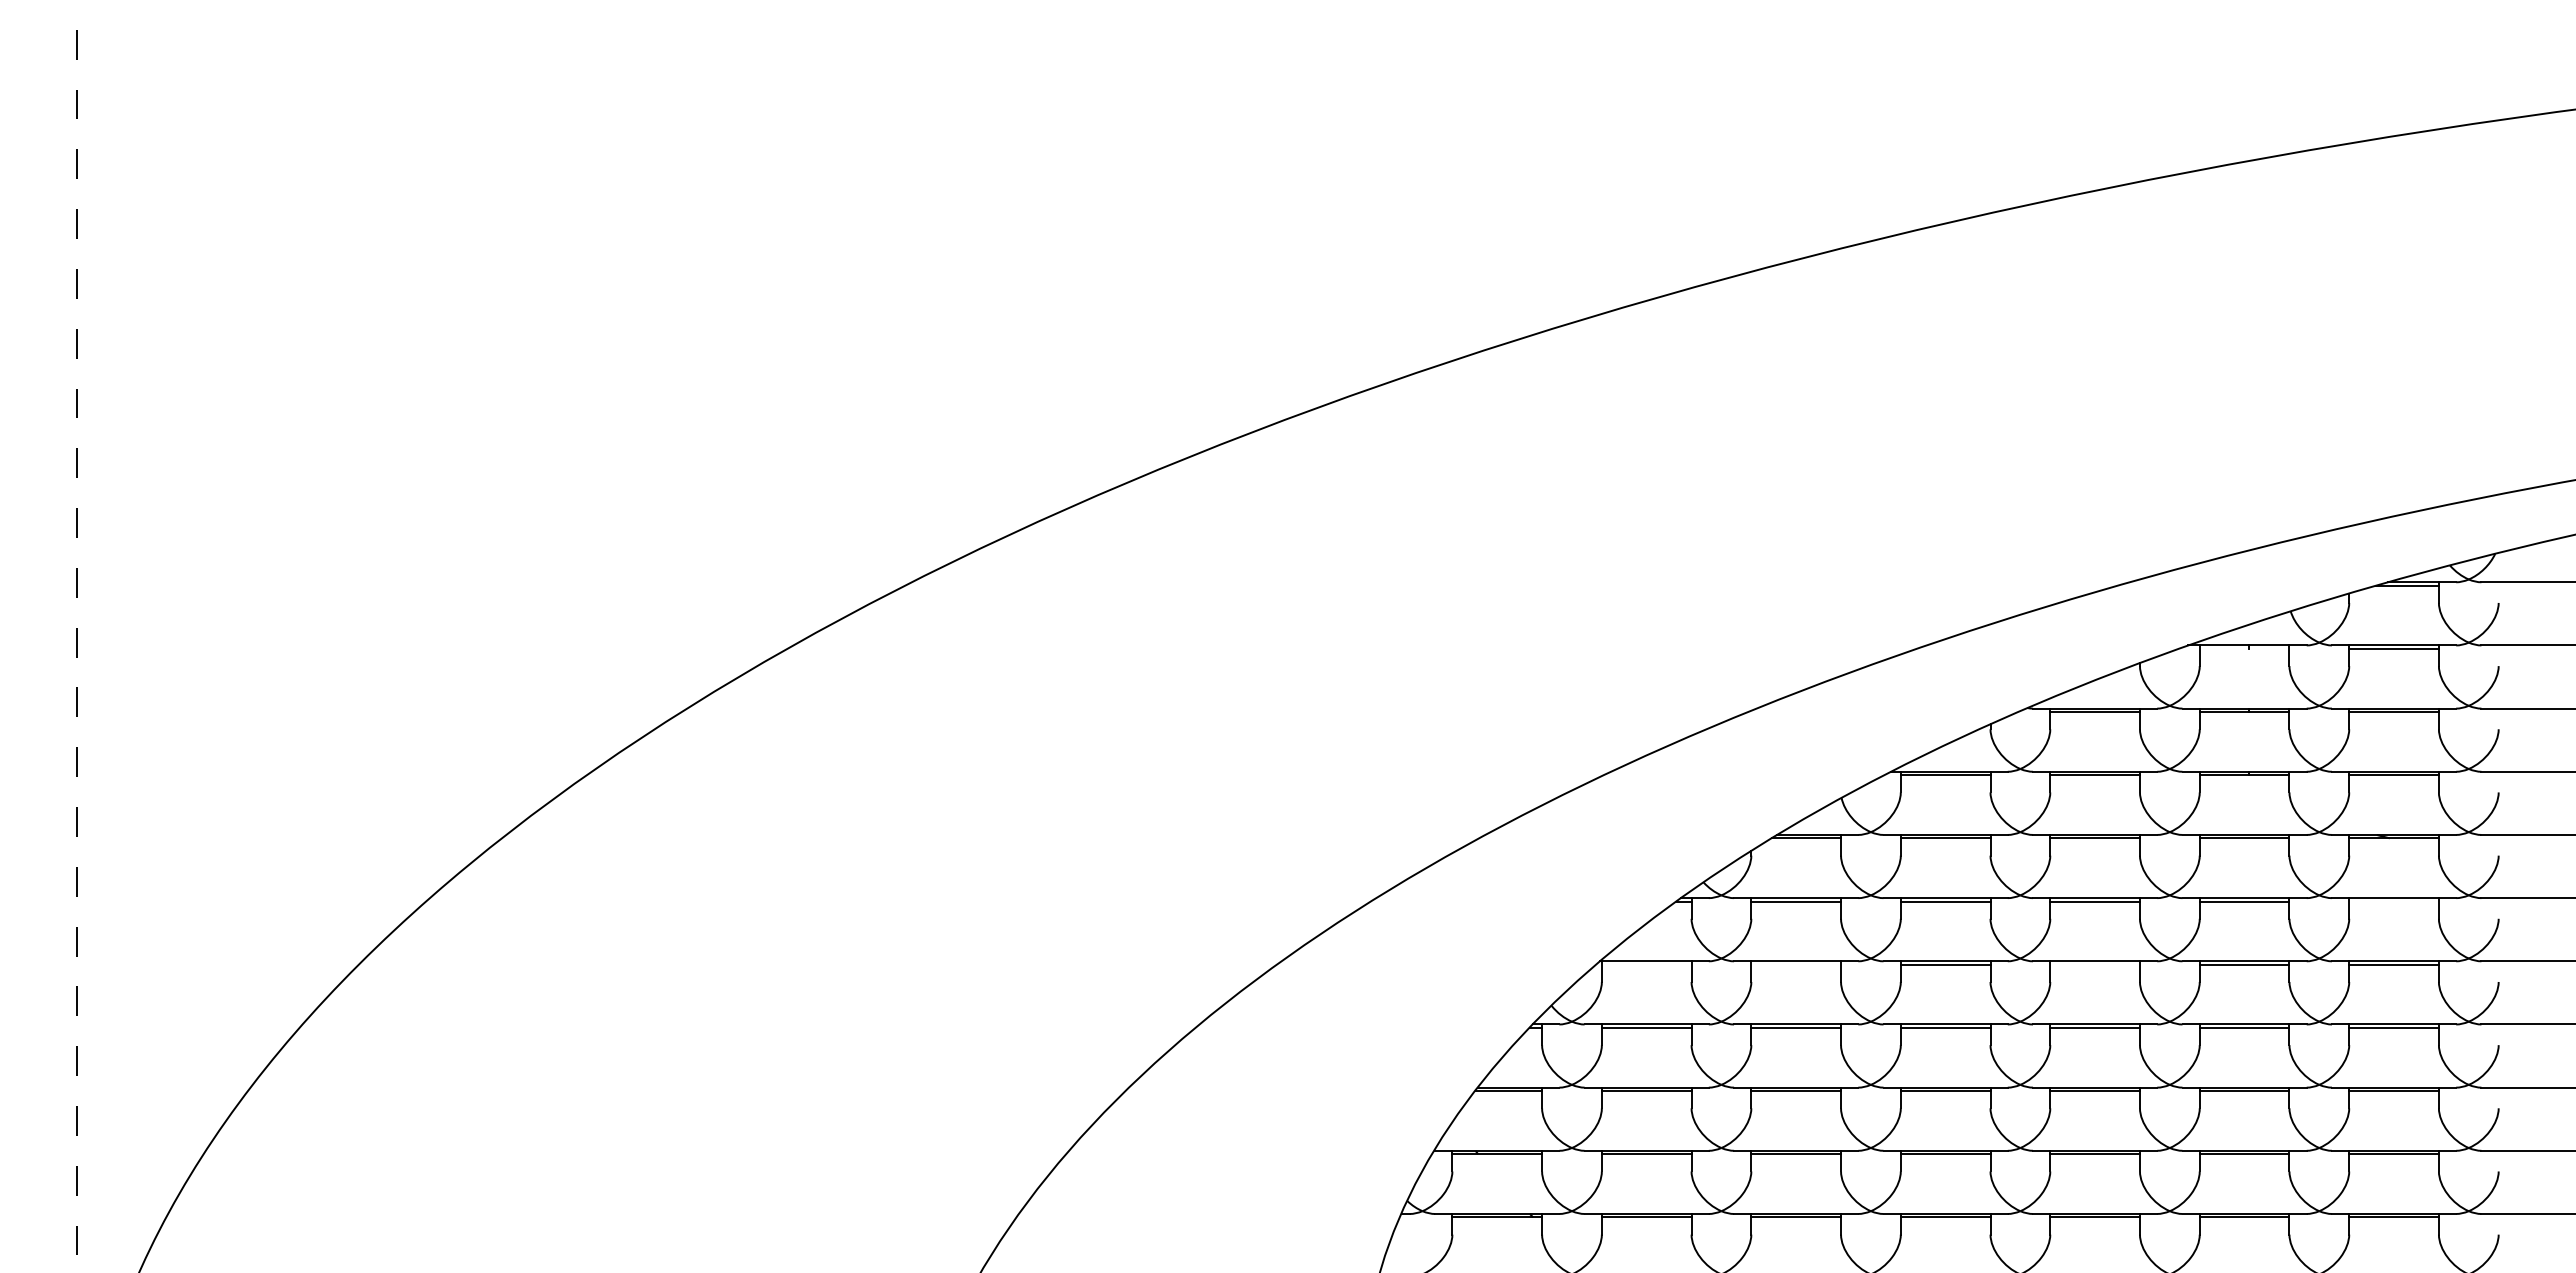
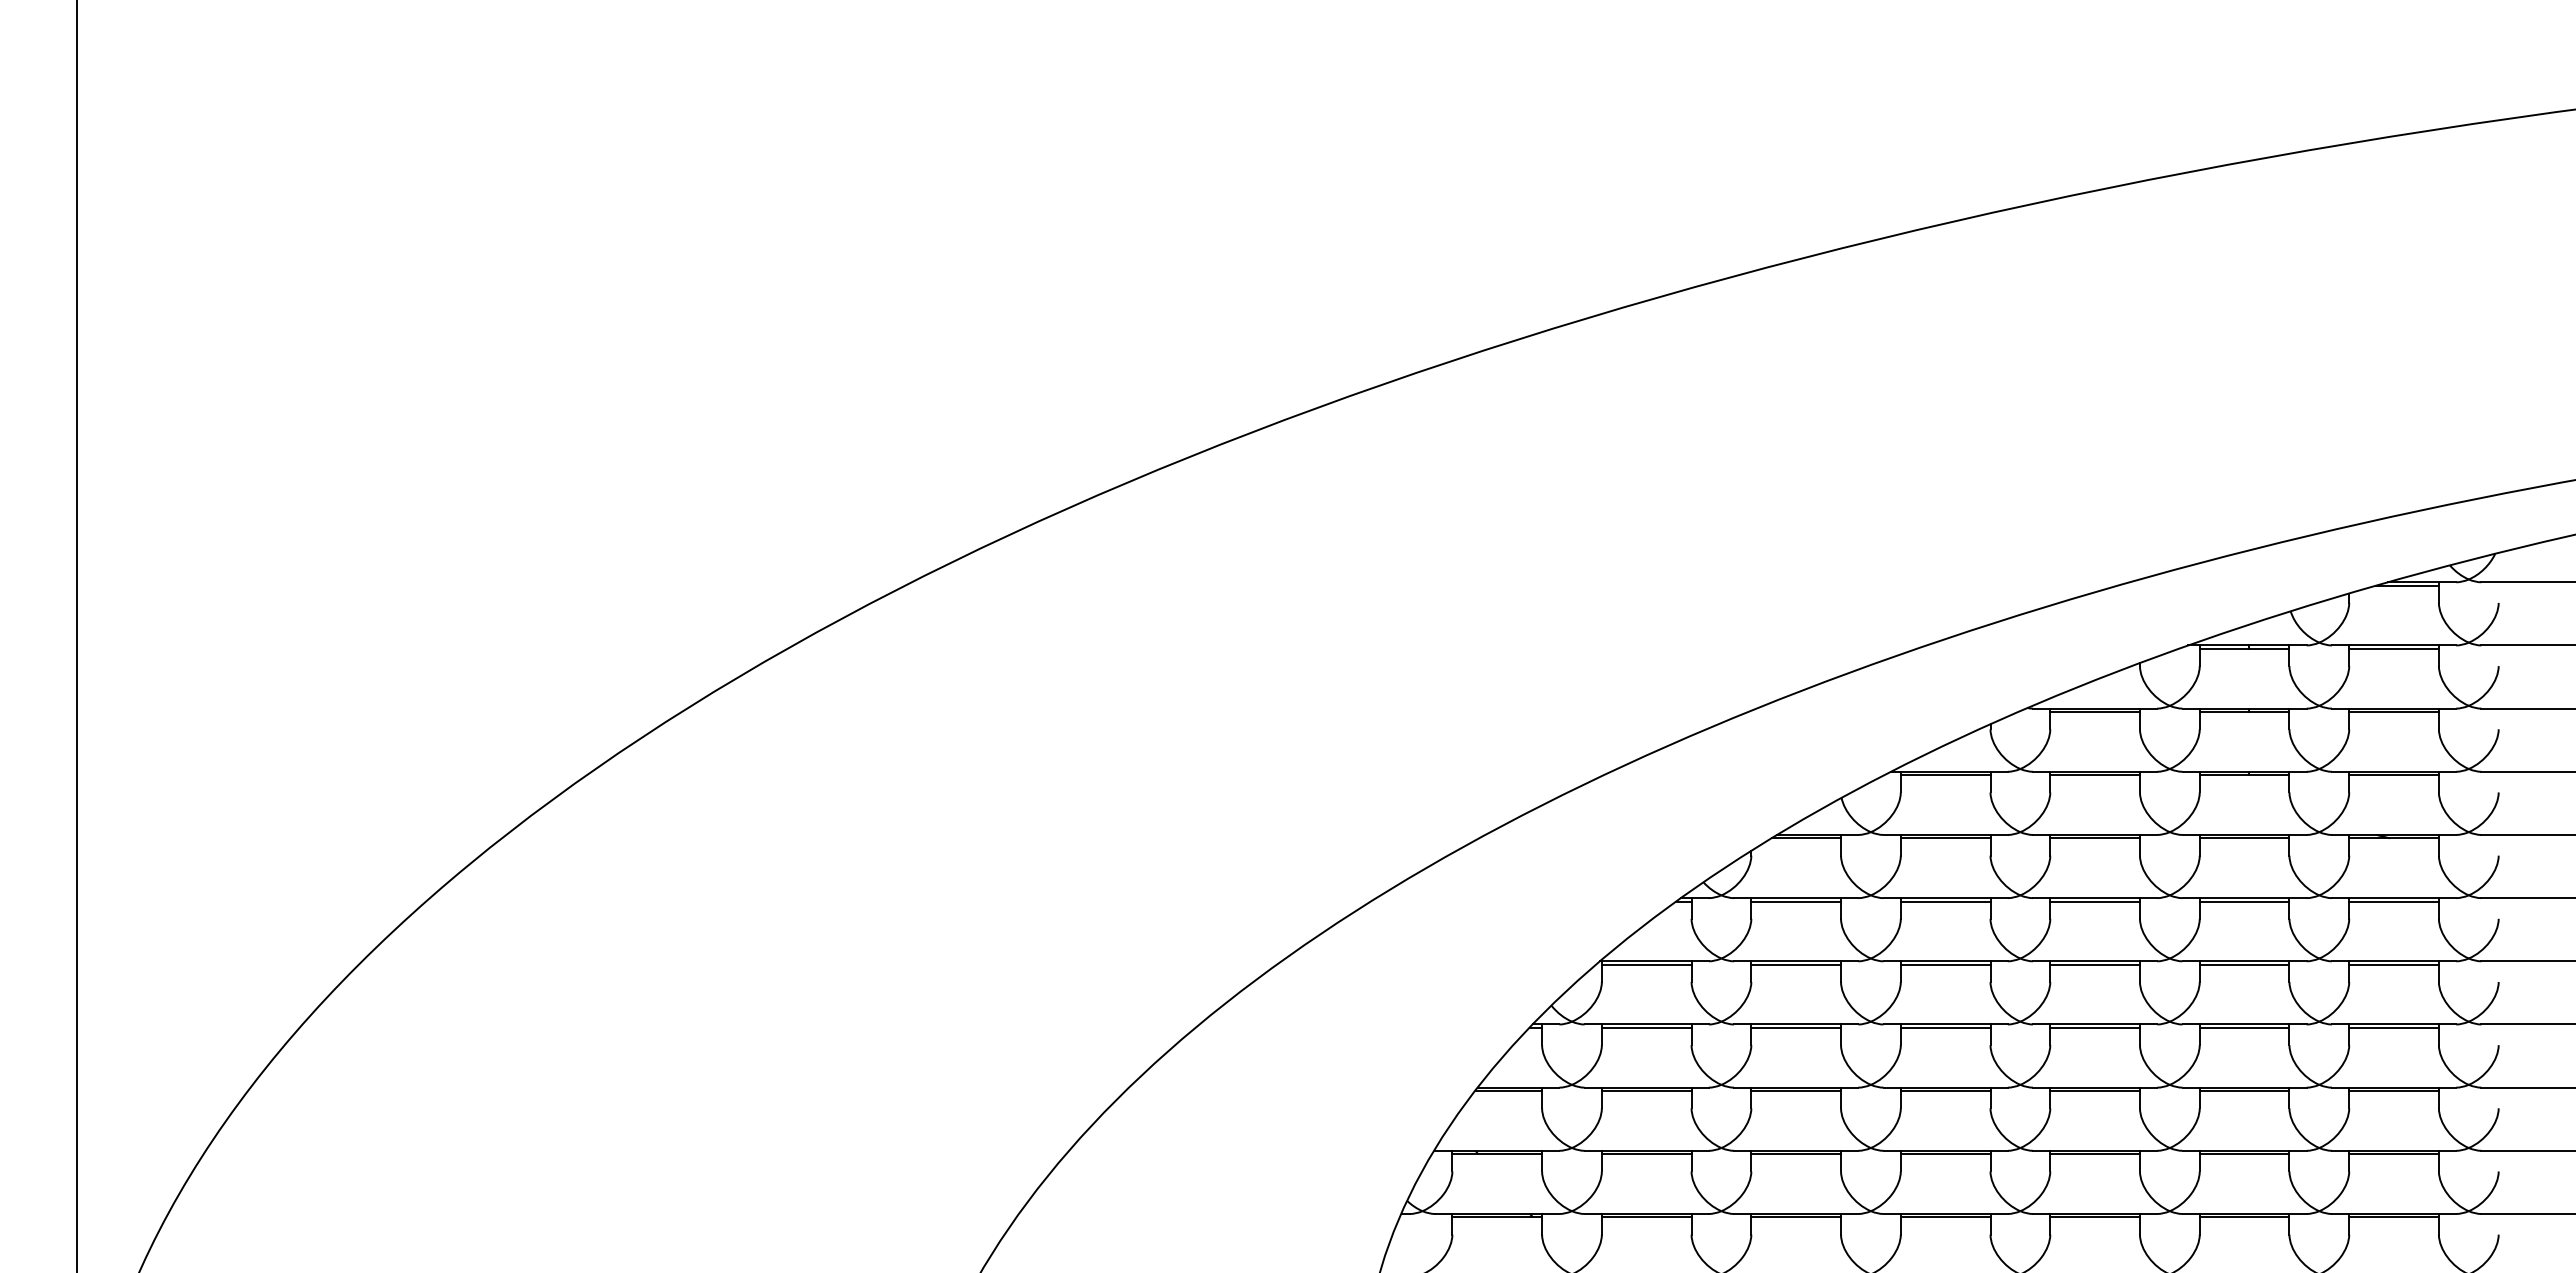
line at (77, 636): dashed -> solid
line at (2244, 648): none -> present
line at (2393, 901): none -> present
line at (1646, 964): none -> present
line at (1796, 964): none -> present
line at (2094, 964): none -> present
